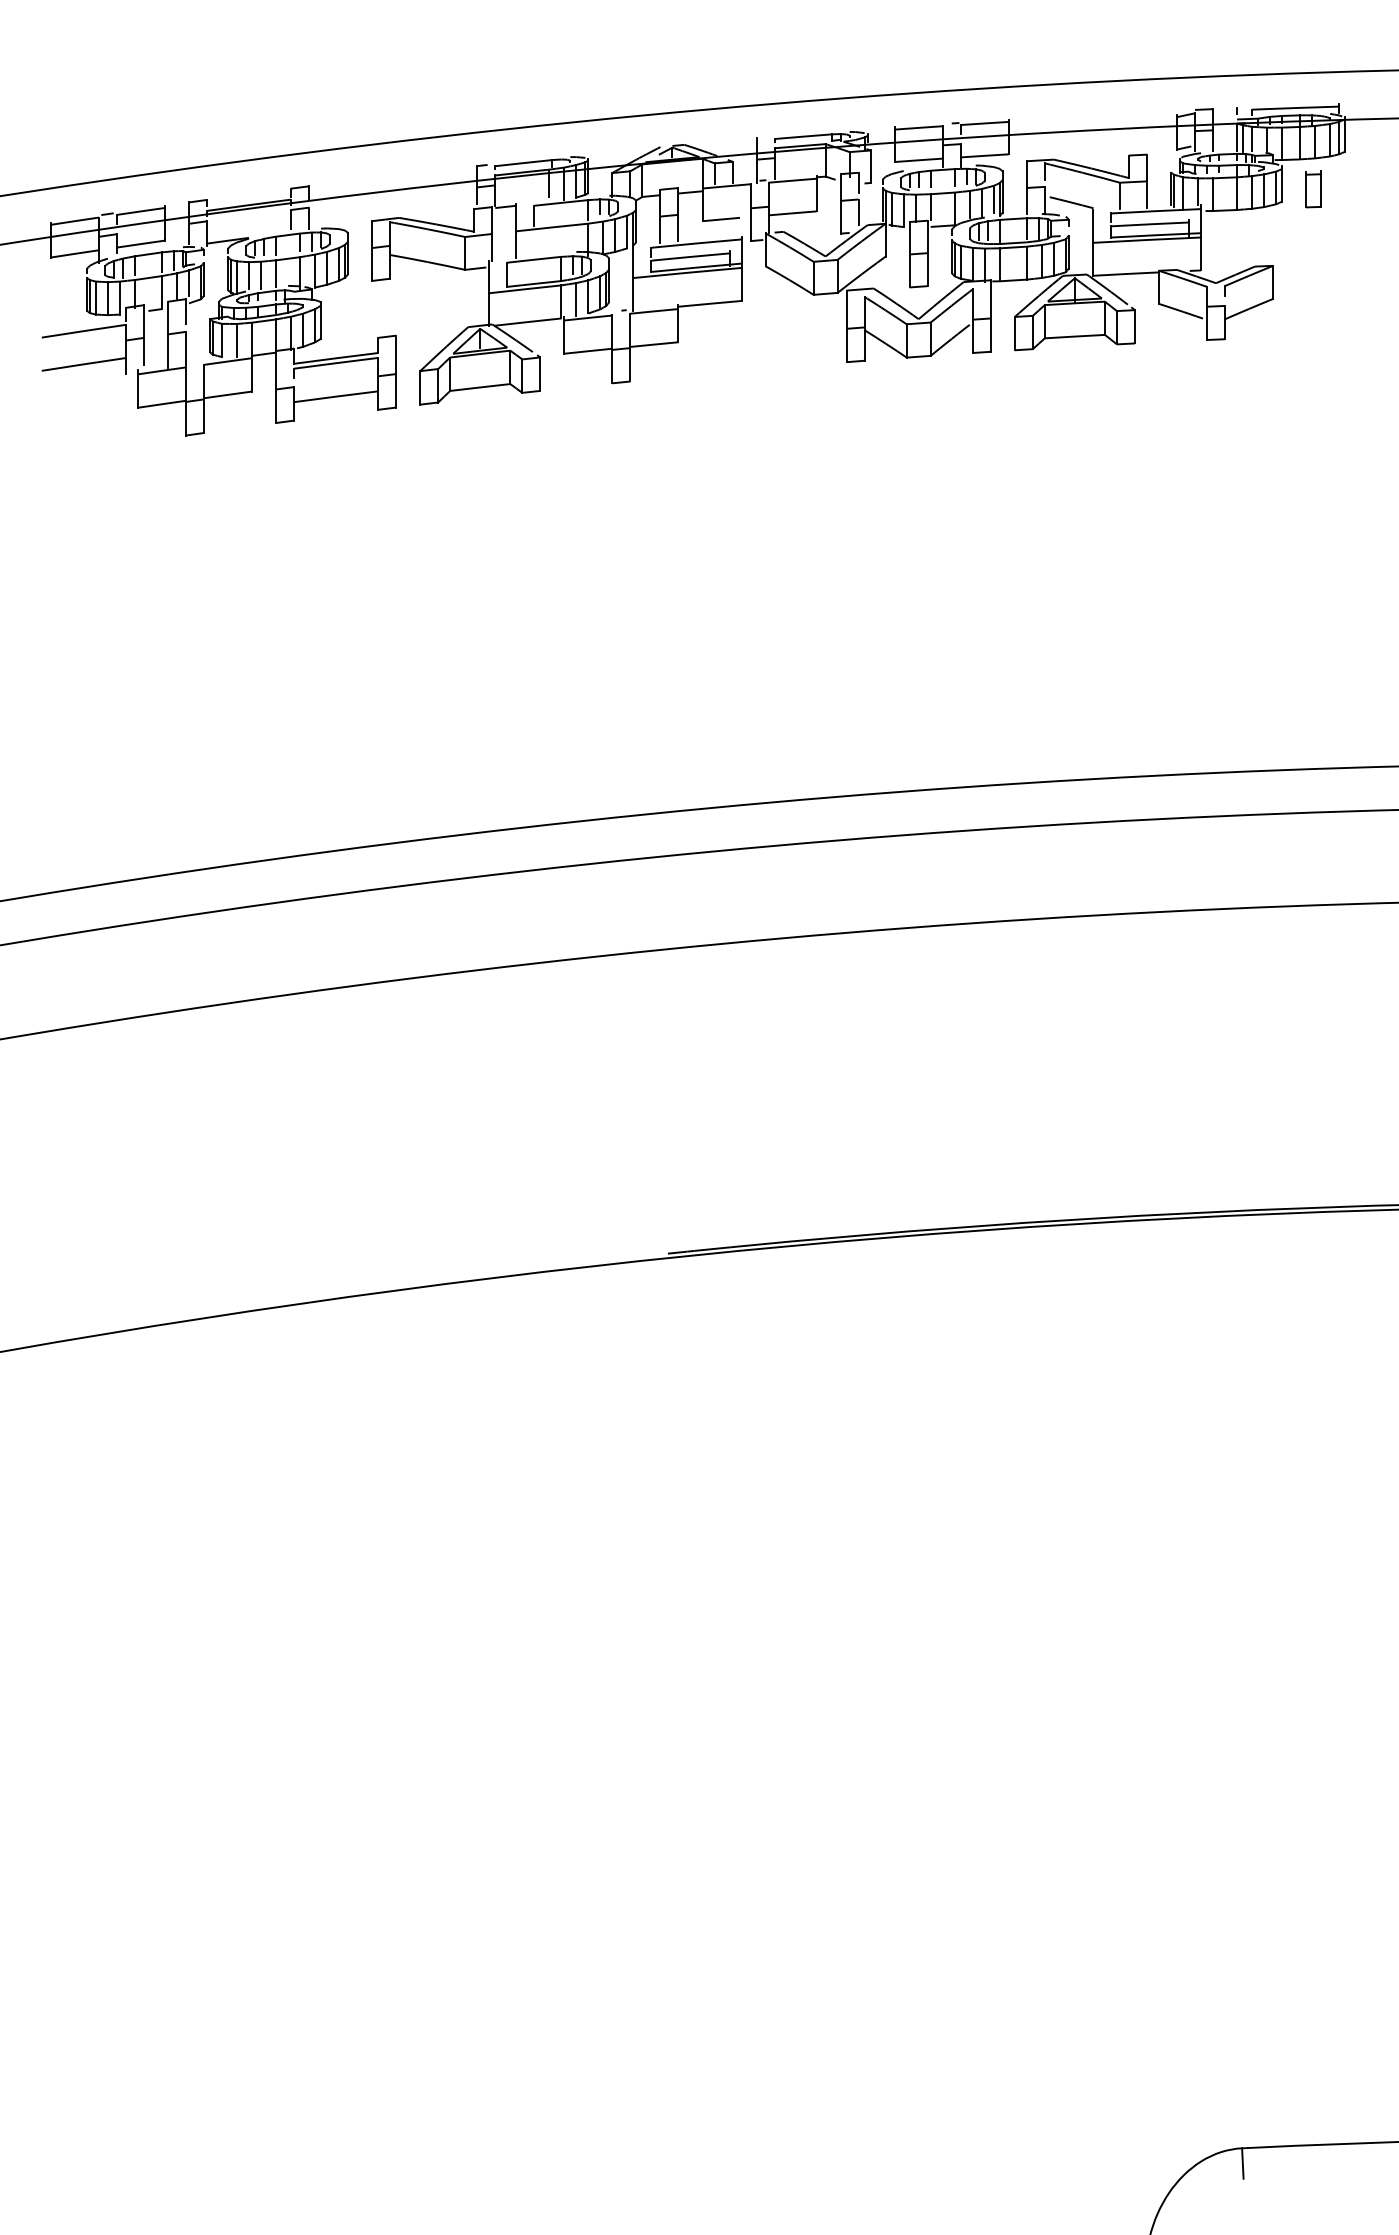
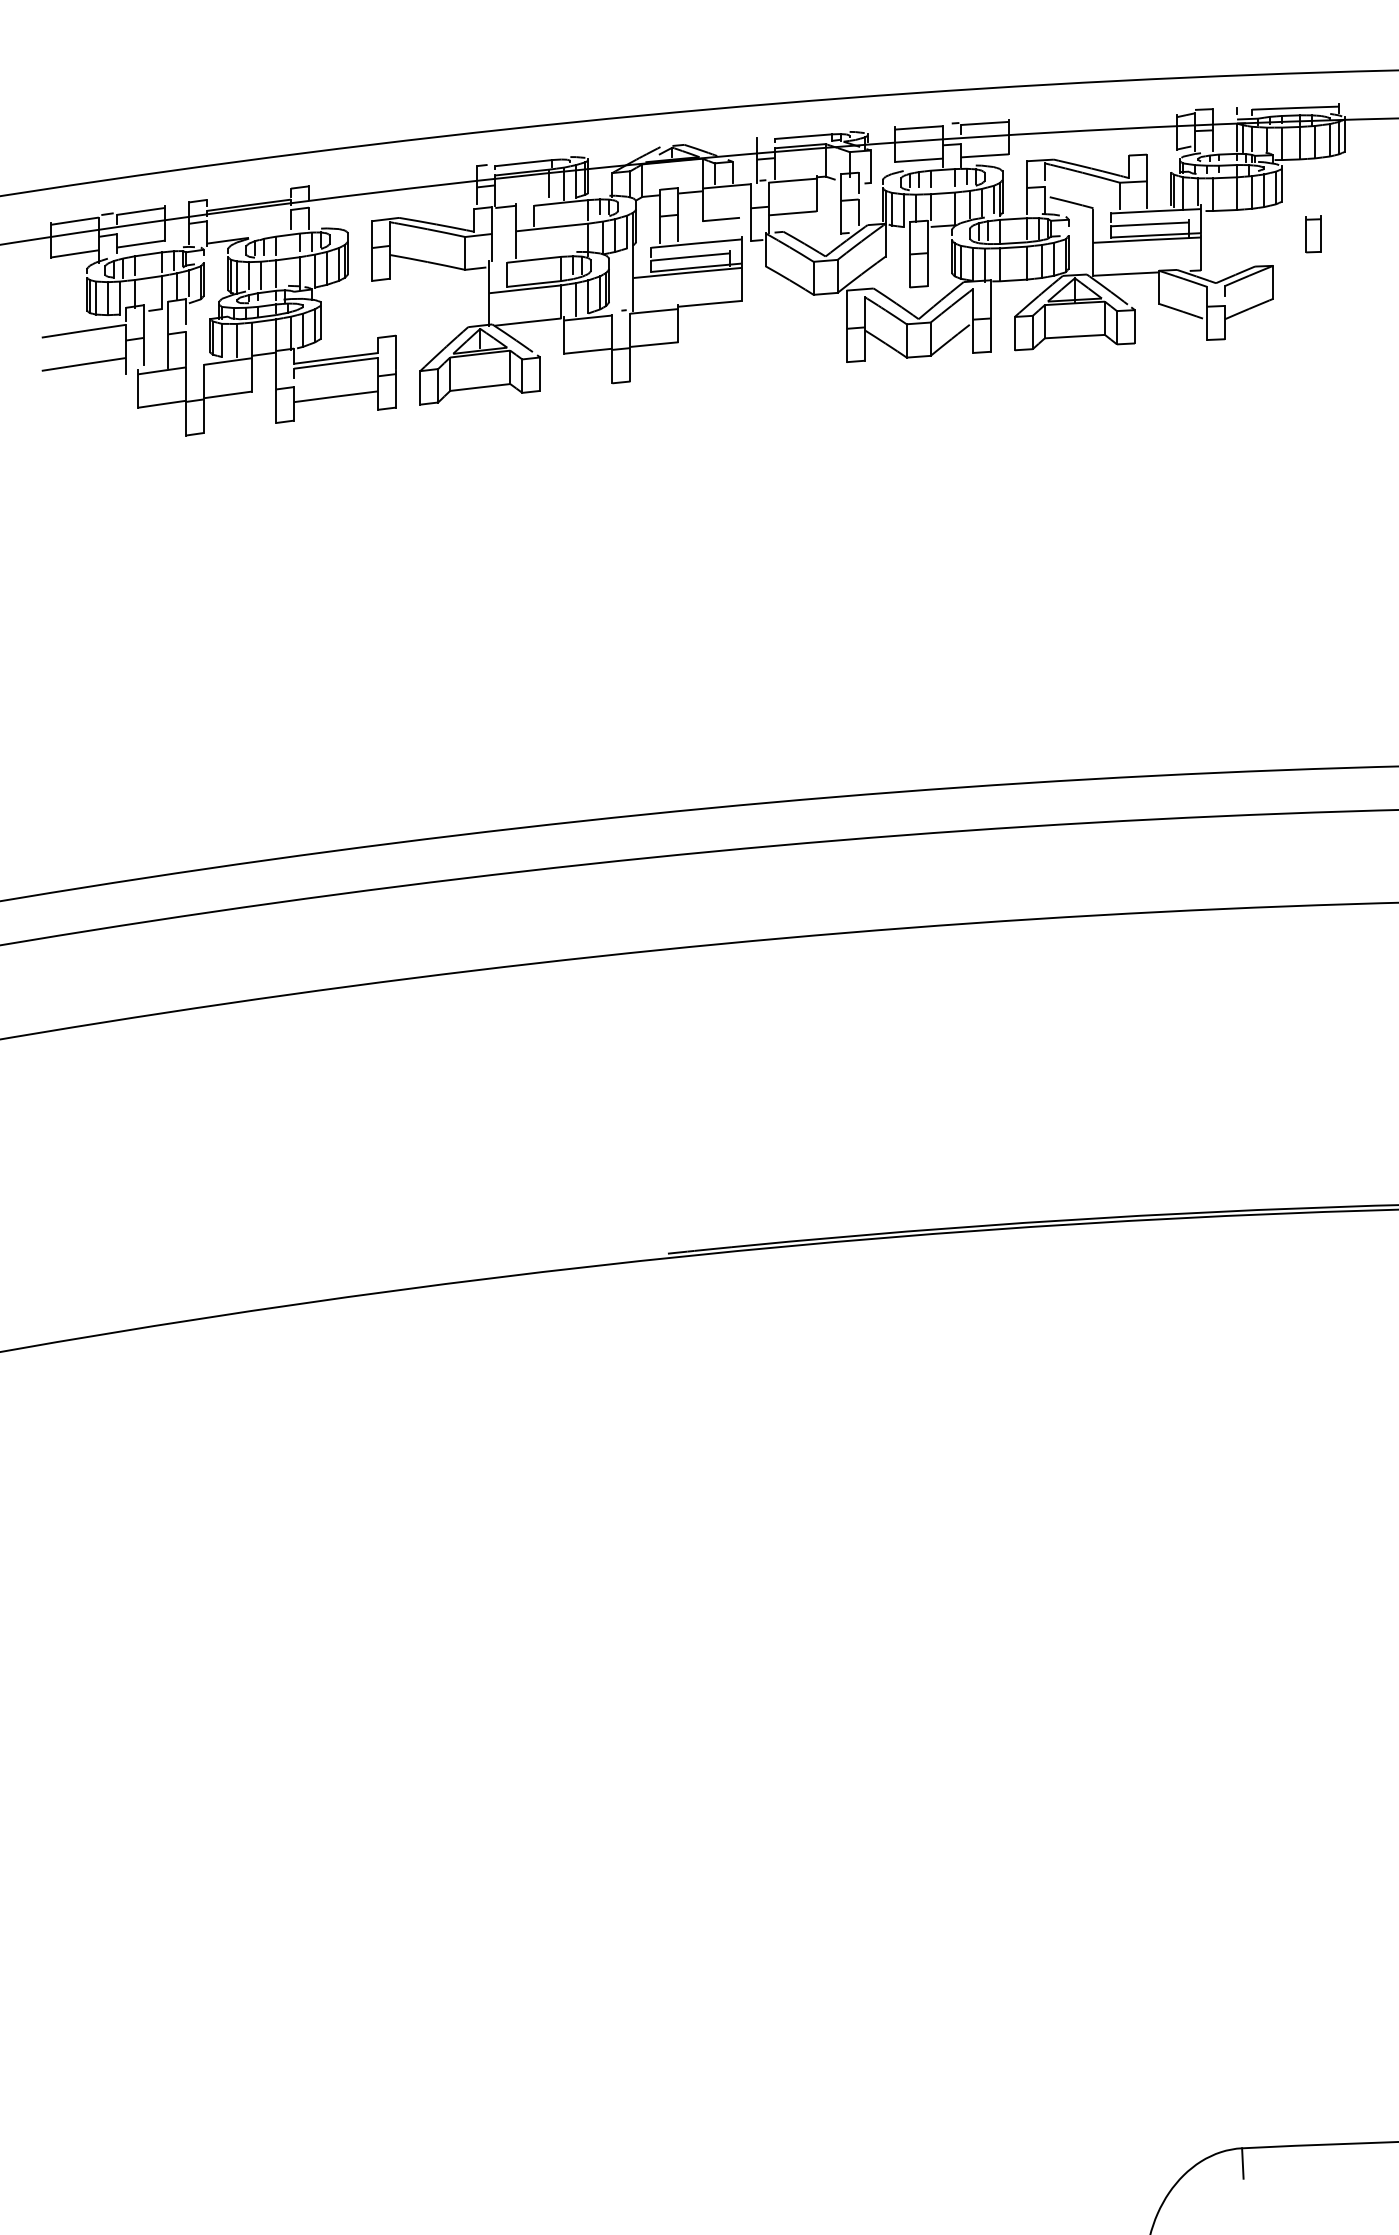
part at (1313, 189) position: (1313, 189) -> (1313, 234)
